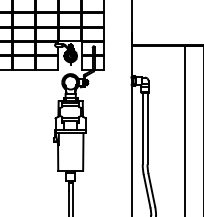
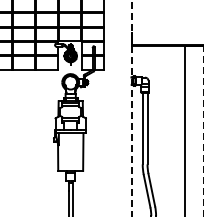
line at (131, 108): solid -> dashed
line at (203, 131): solid -> dashed
